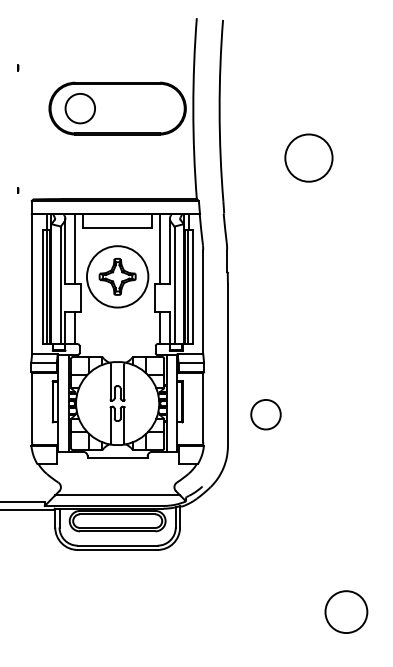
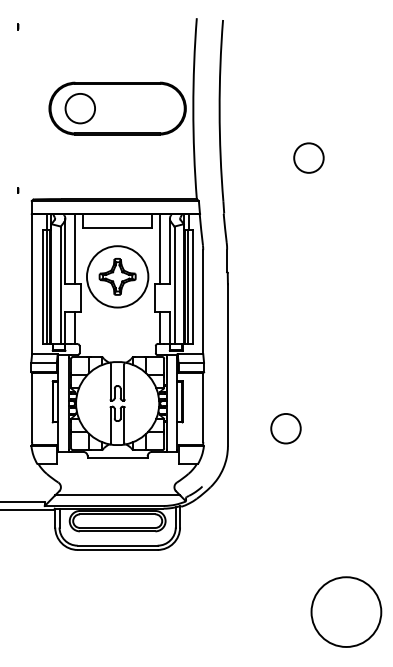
part at (18, 67) position: (18, 67) -> (18, 26)
circle at (308, 157) diameter: 47 px -> 30 px
circle at (265, 414) position: (265, 414) -> (285, 428)
circle at (346, 612) diameter: 42 px -> 70 px
